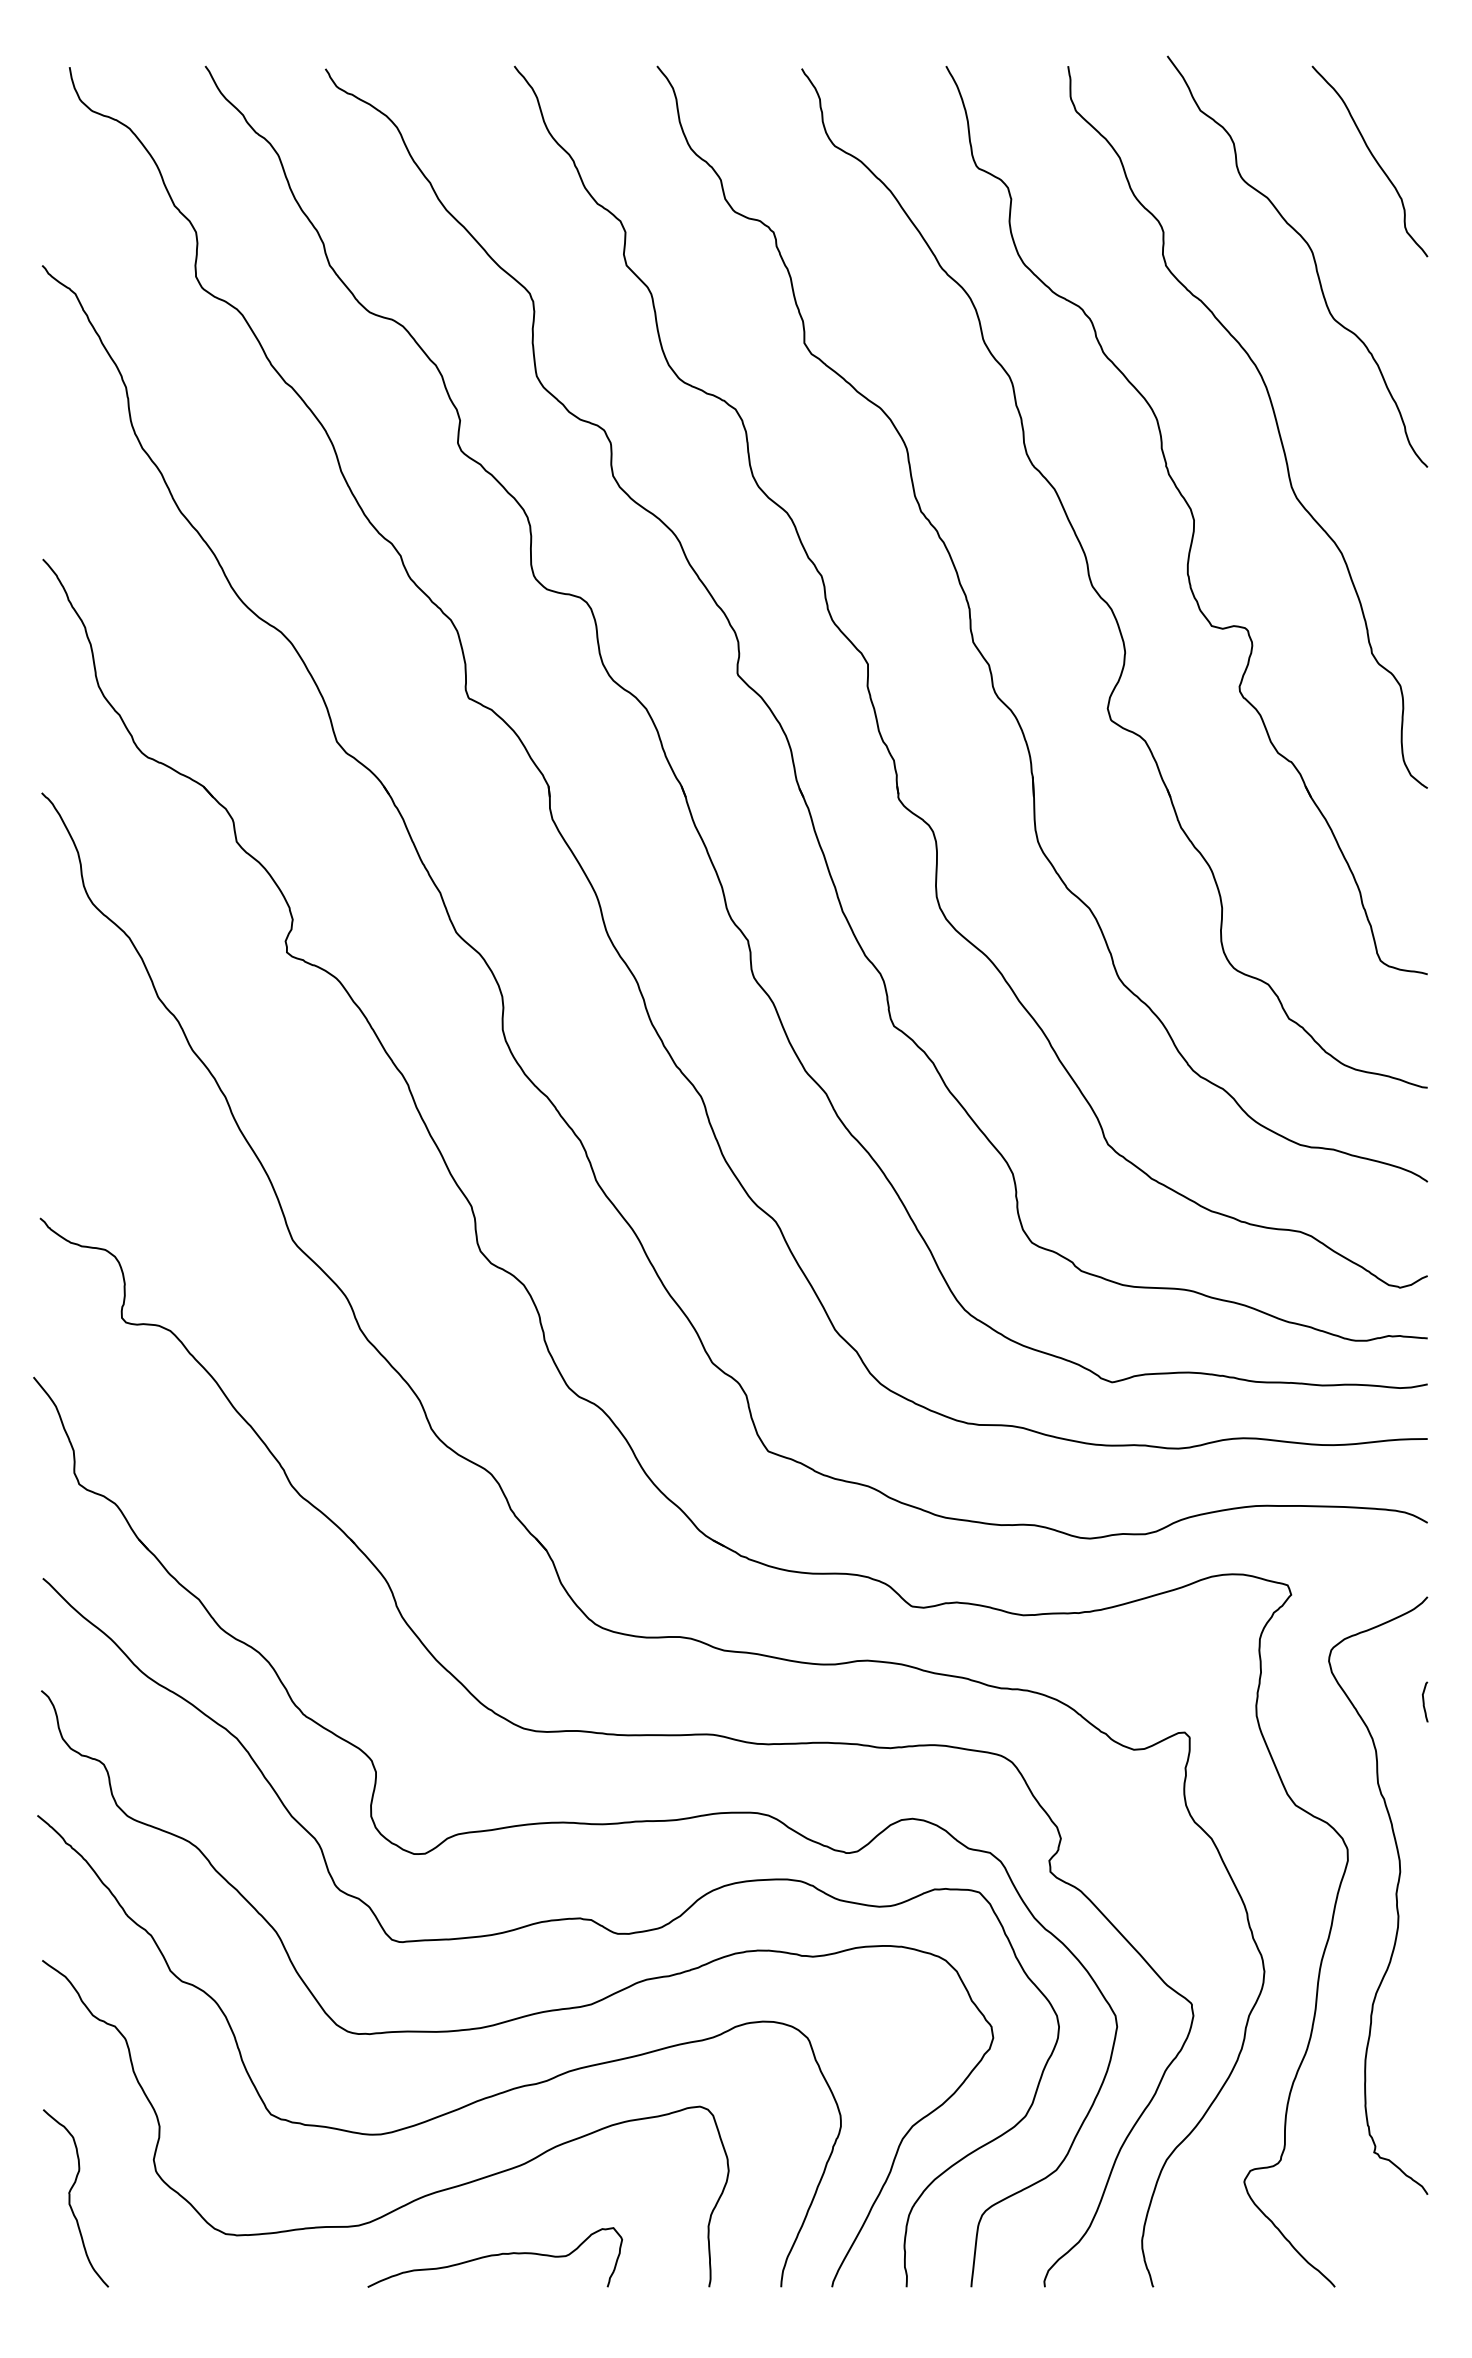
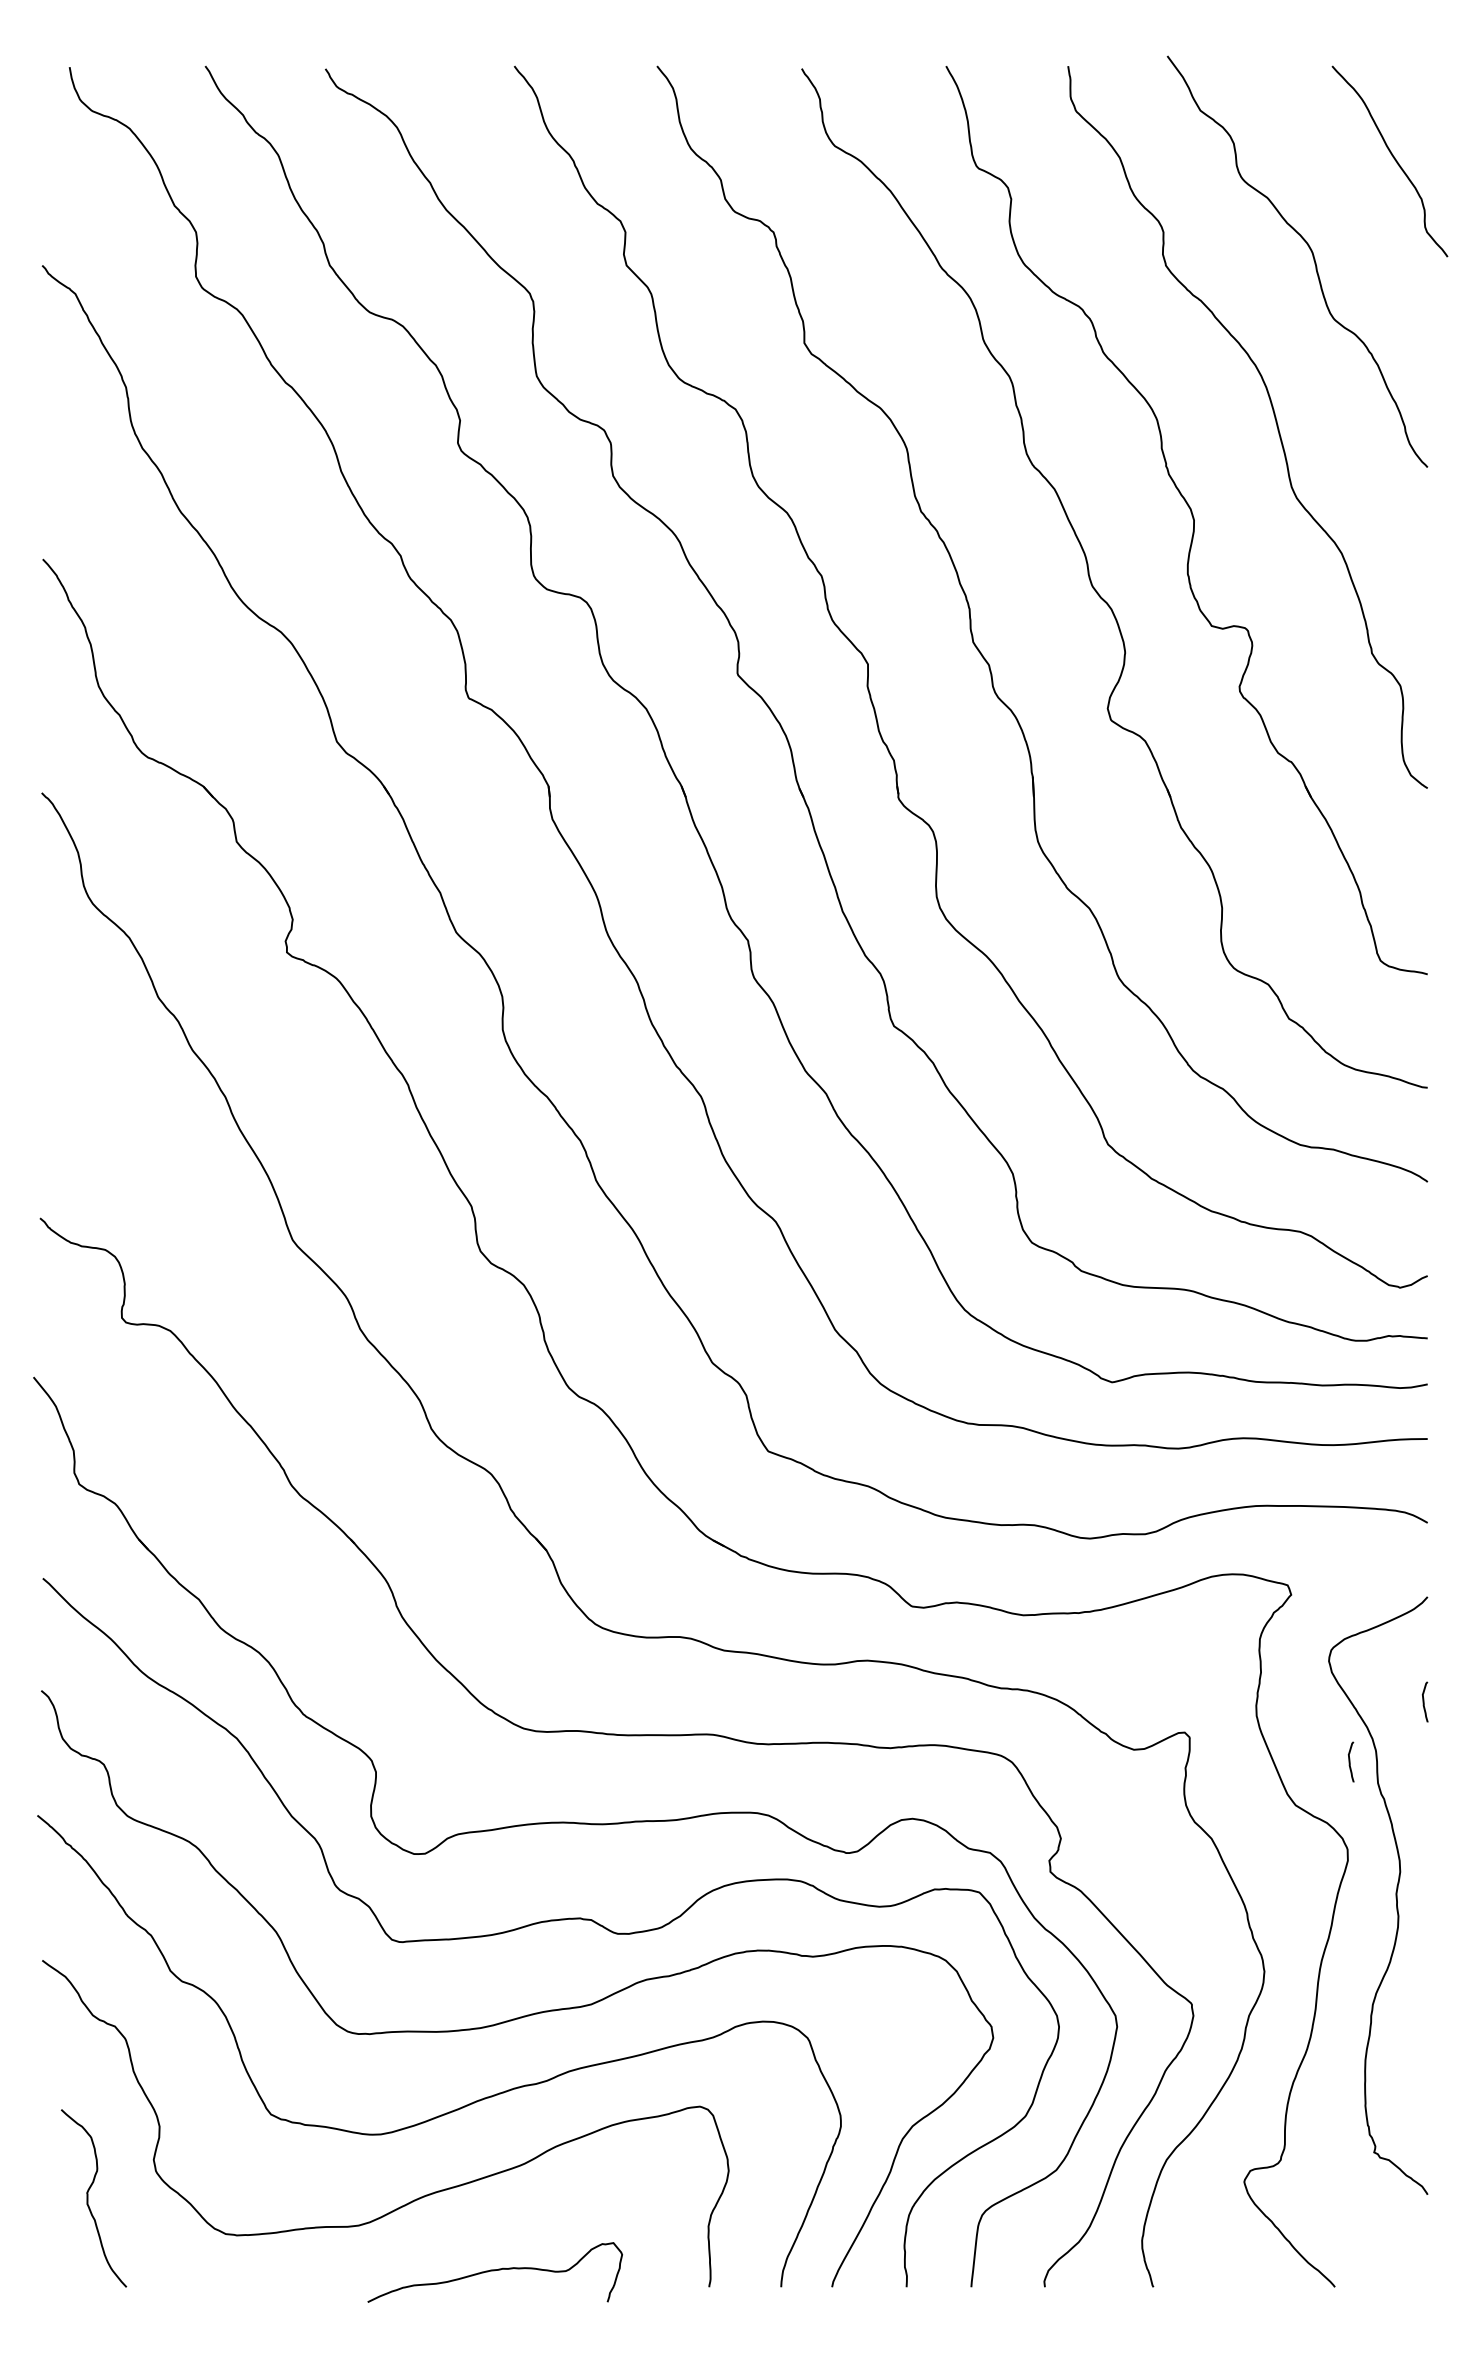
curve at (1372, 157) position: (1372, 157) -> (1392, 157)
curve at (1350, 1761): none -> present
curve at (70, 2198) position: (70, 2198) -> (88, 2198)
curve at (494, 2256) position: (494, 2256) -> (494, 2271)
